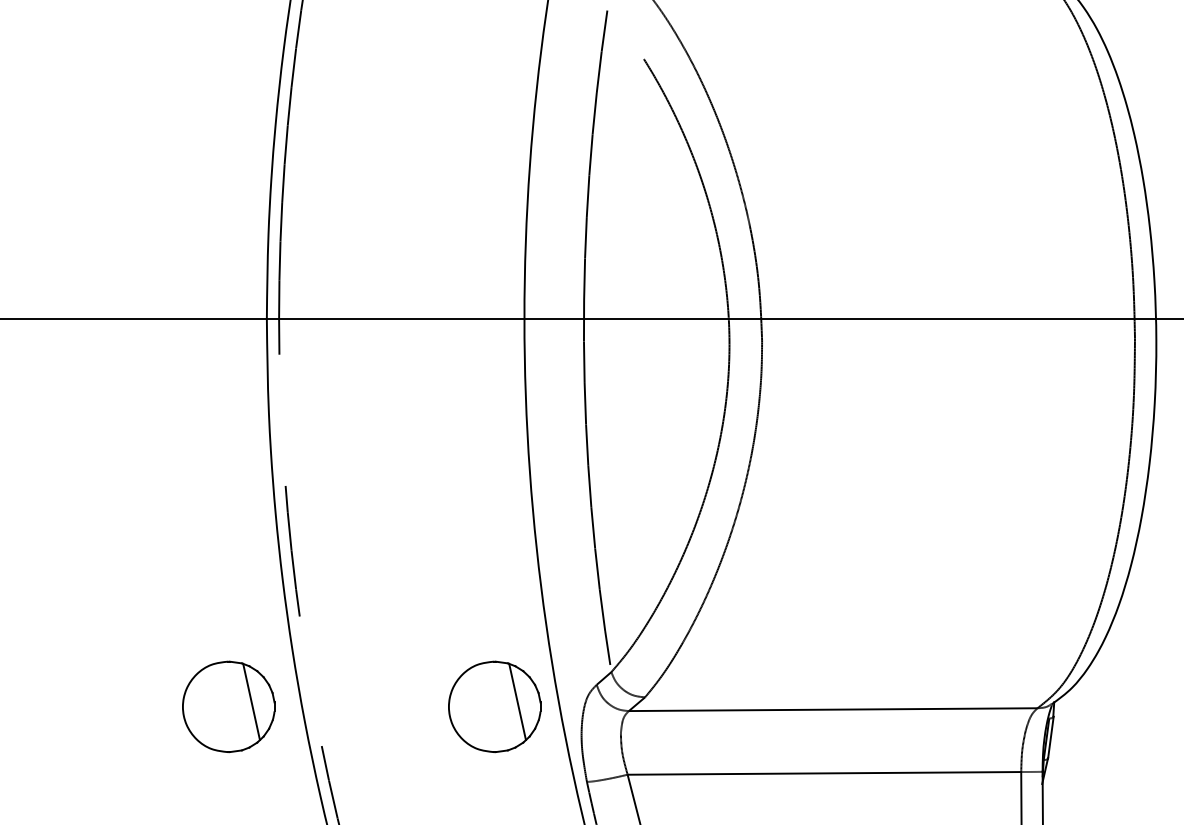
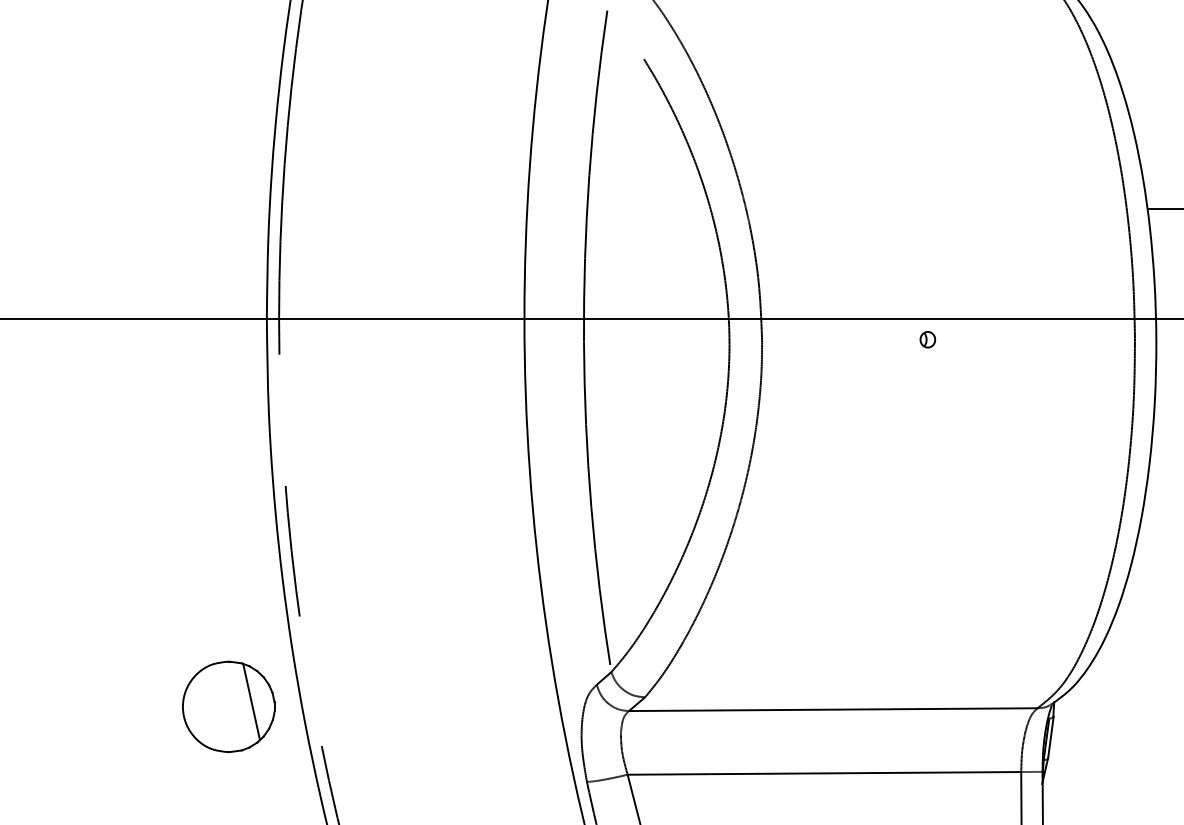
line at (1163, 208): none -> present
part at (927, 339): none -> present
part at (494, 706): present -> none
